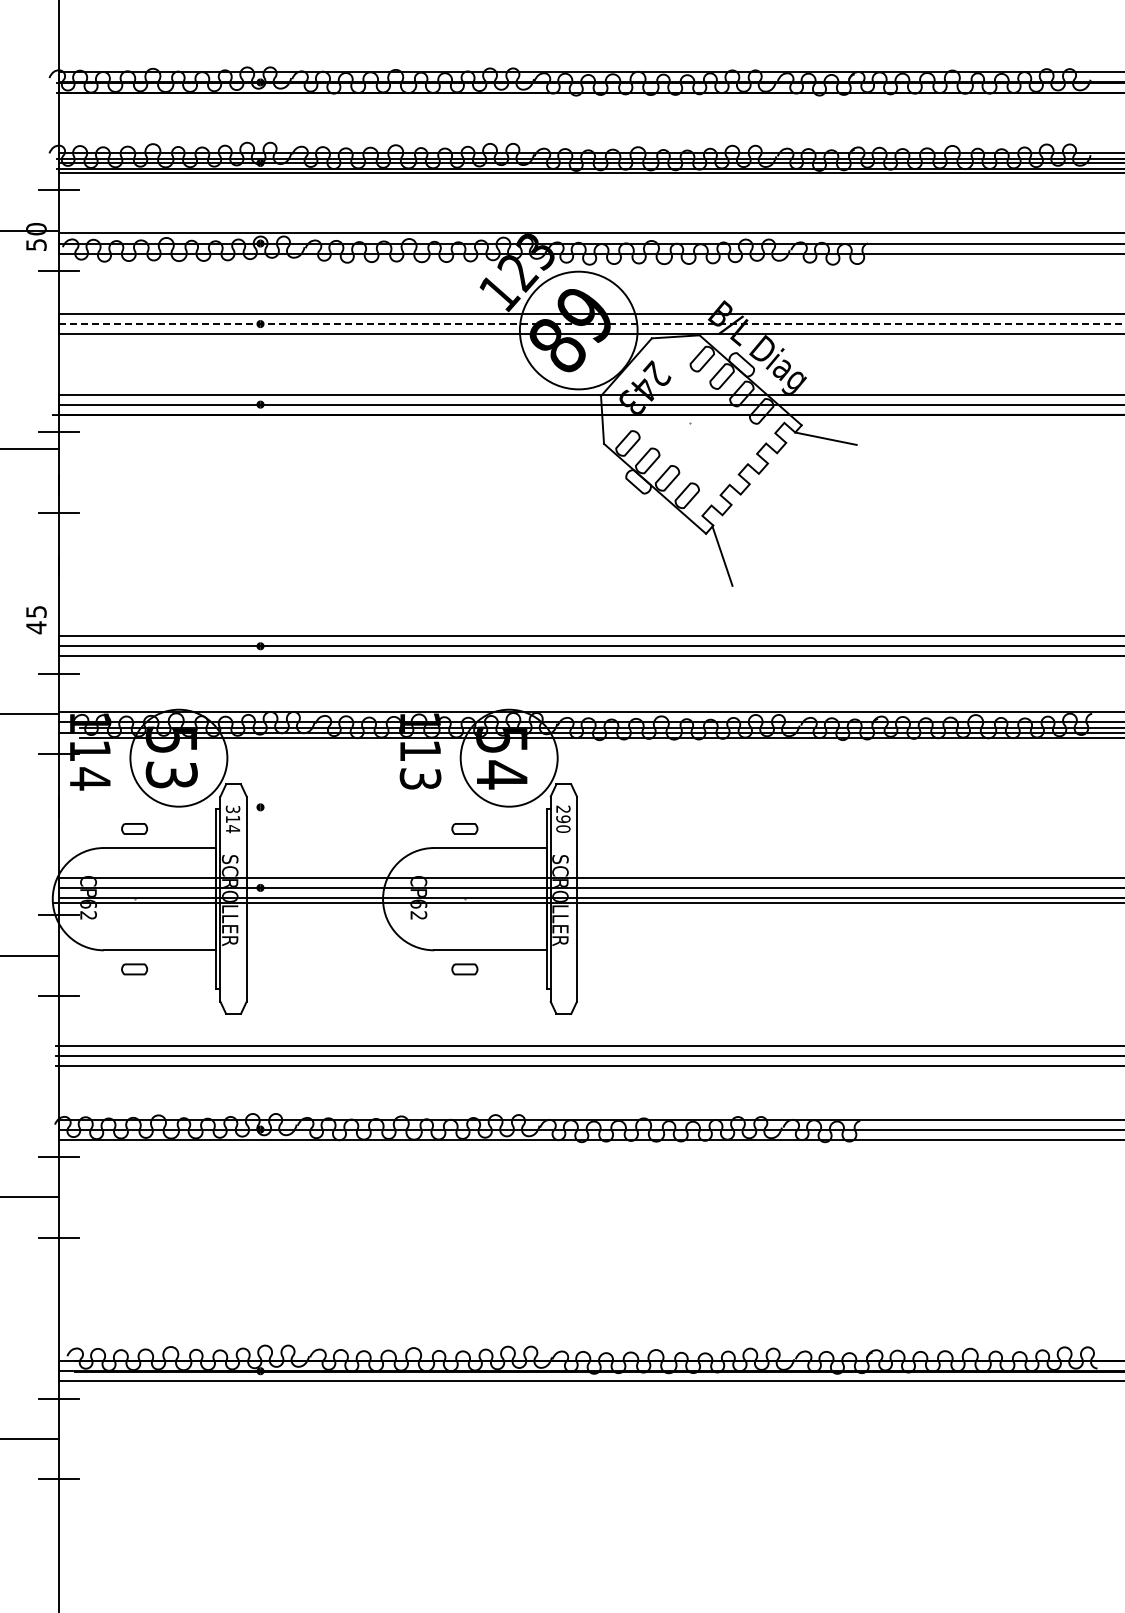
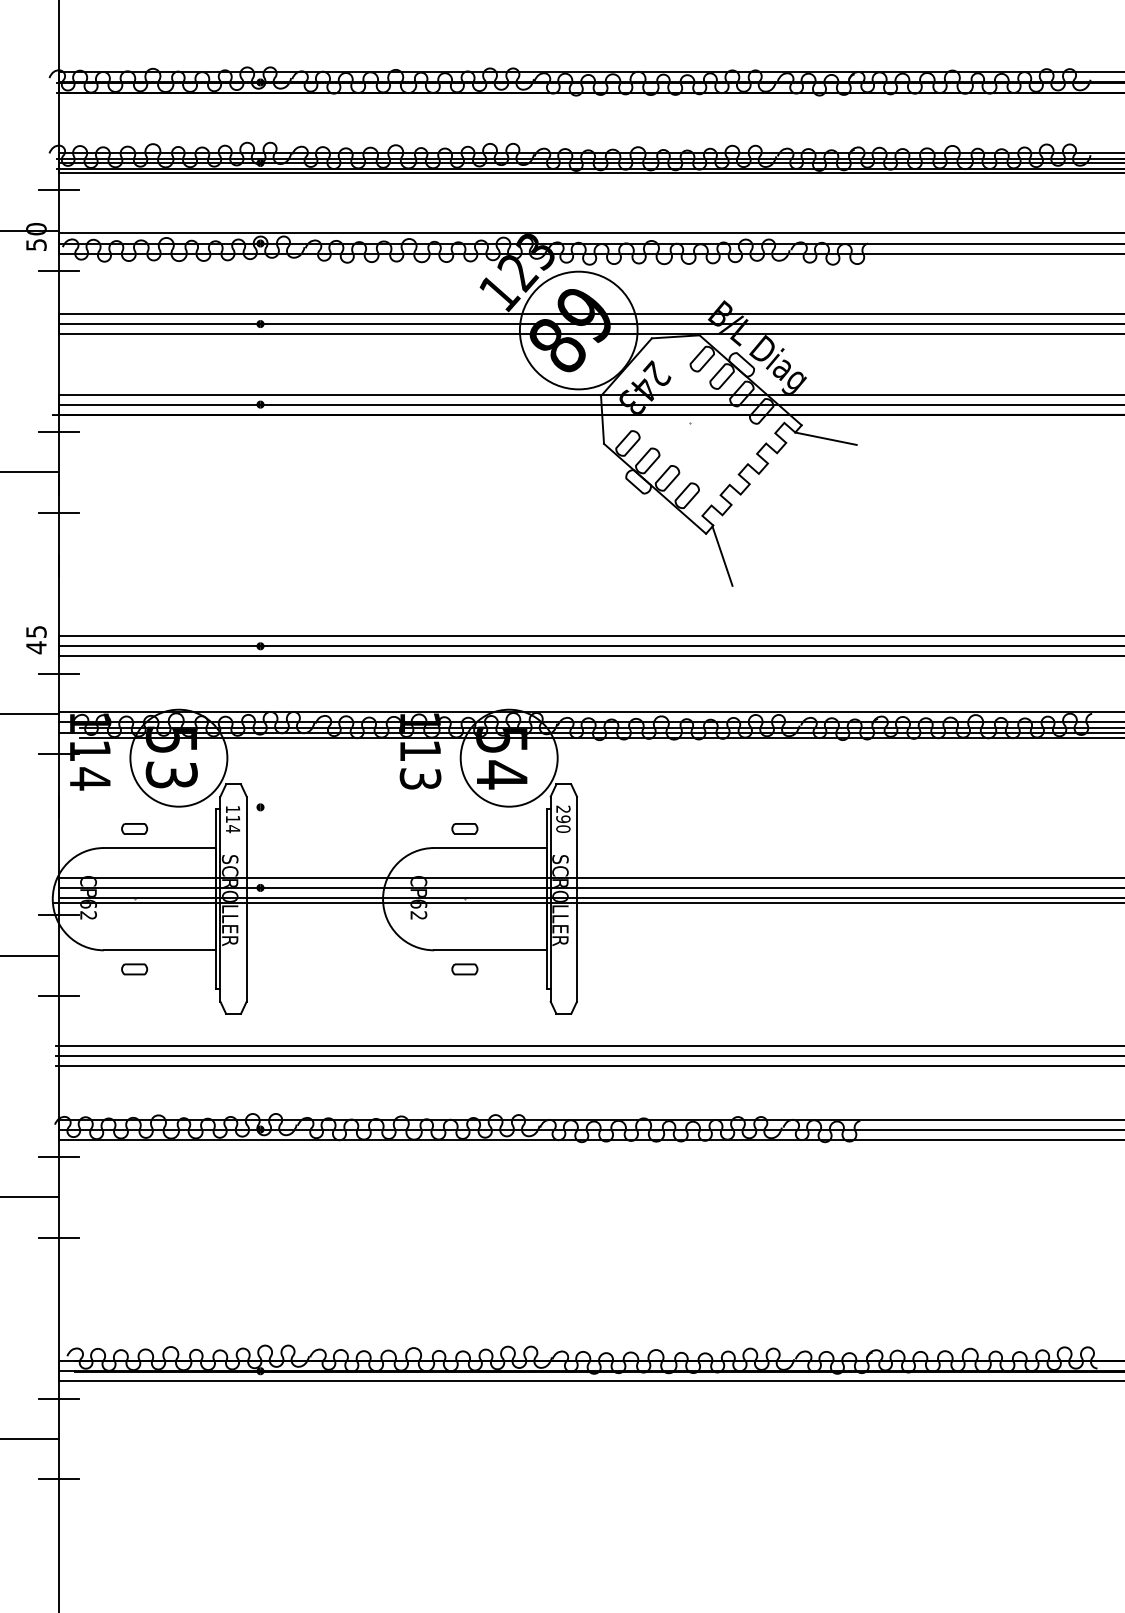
line at (592, 324): dashed -> solid
line at (30, 449) position: (30, 449) -> (30, 472)
text at (36, 620) position: (36, 620) -> (36, 640)
text at (232, 809): 314 -> 114
